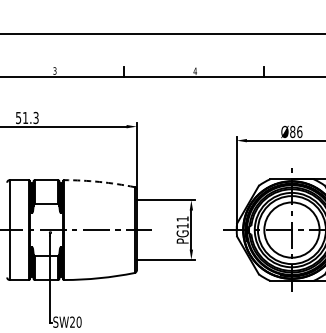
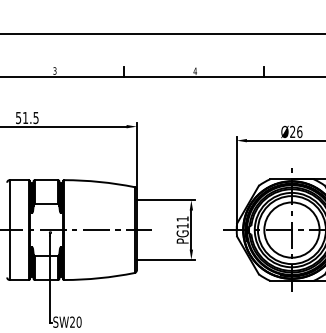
text at (35, 117): 51.3 -> 51.5
text at (292, 132): Ø86 -> Ø26
arc at (99, 181): dashed -> solid
